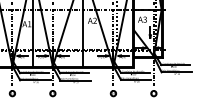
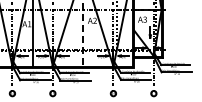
line at (83, 34): solid -> dashed
